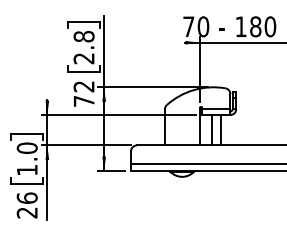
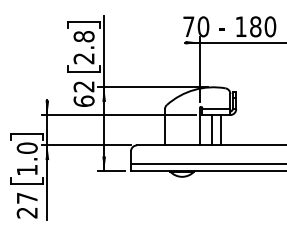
text at (83, 100): 72 -> 62
text at (26, 197): 26 -> 27
